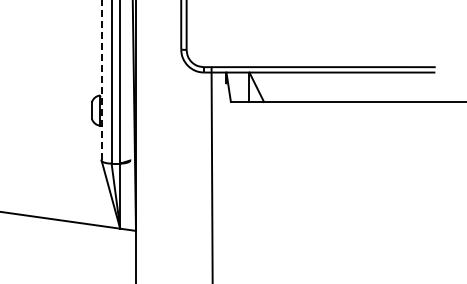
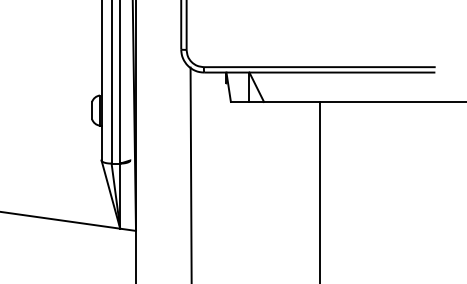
line at (101, 80): dashed -> solid
line at (211, 173) position: (211, 173) -> (190, 173)
line at (319, 190): none -> present
